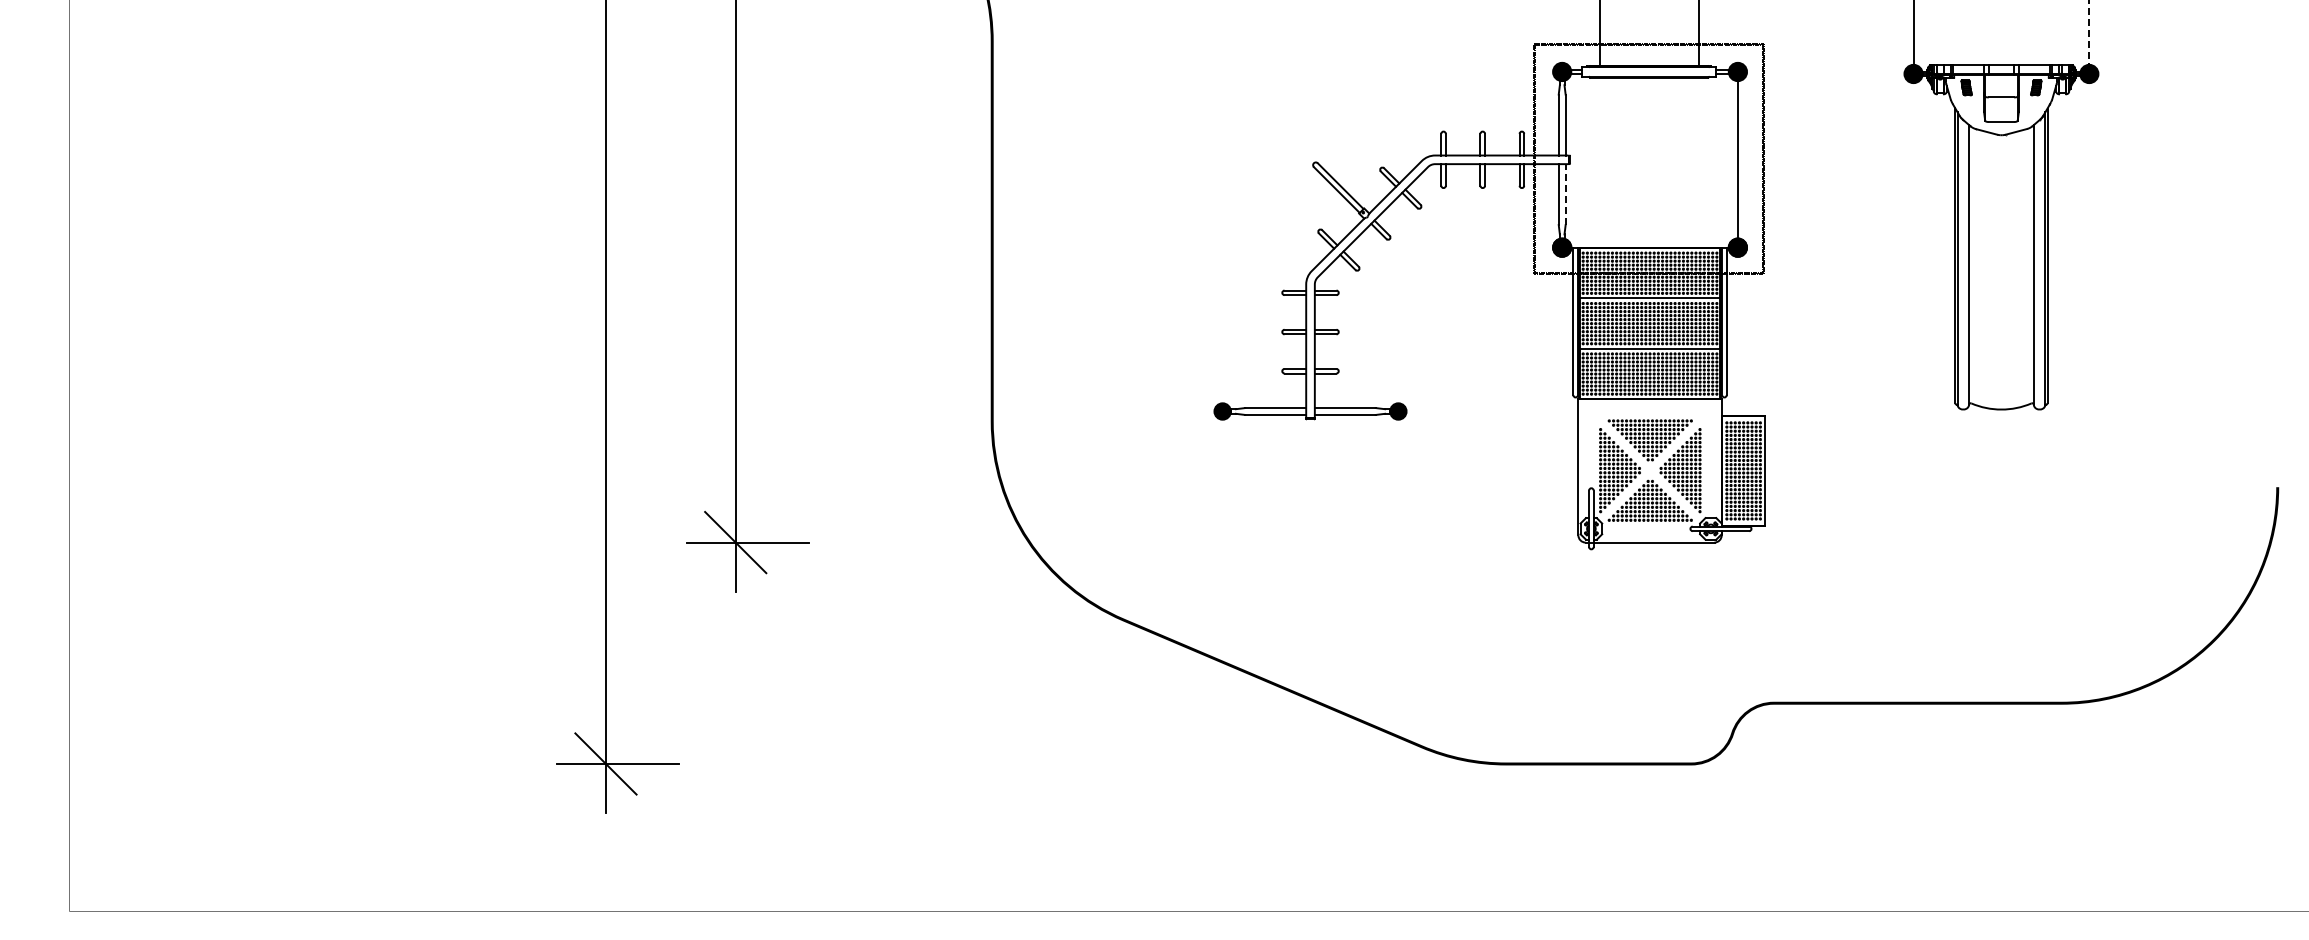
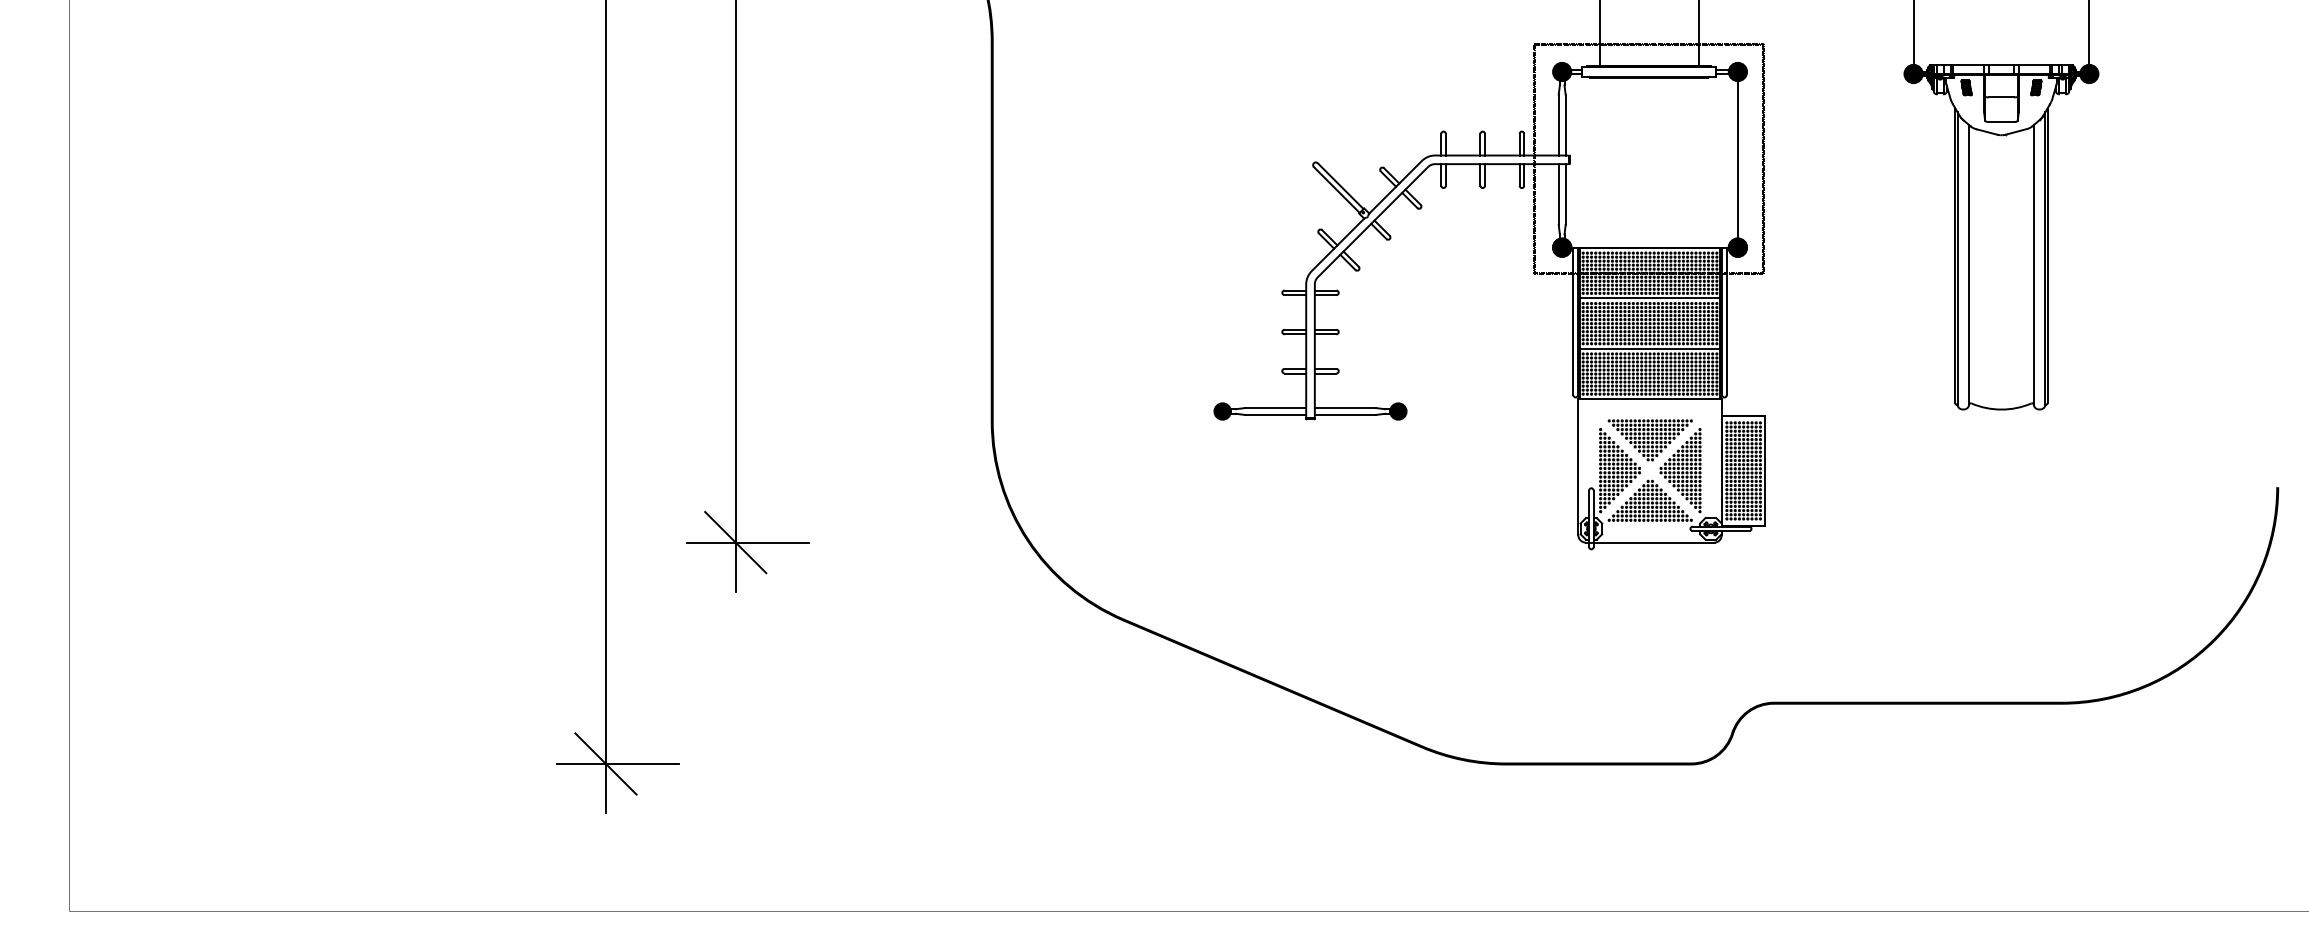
line at (2089, 37): dashed -> solid
line at (1565, 194): dashed -> solid
